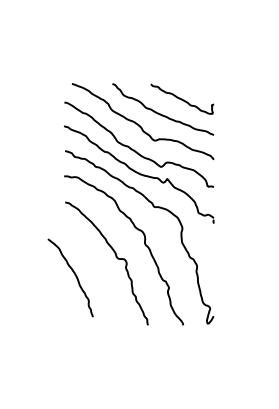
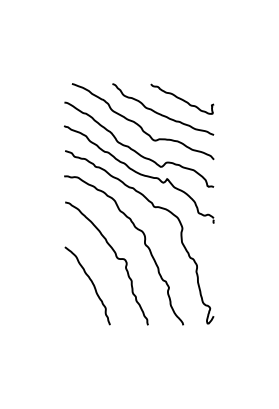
curve at (74, 275) position: (74, 275) -> (91, 283)
